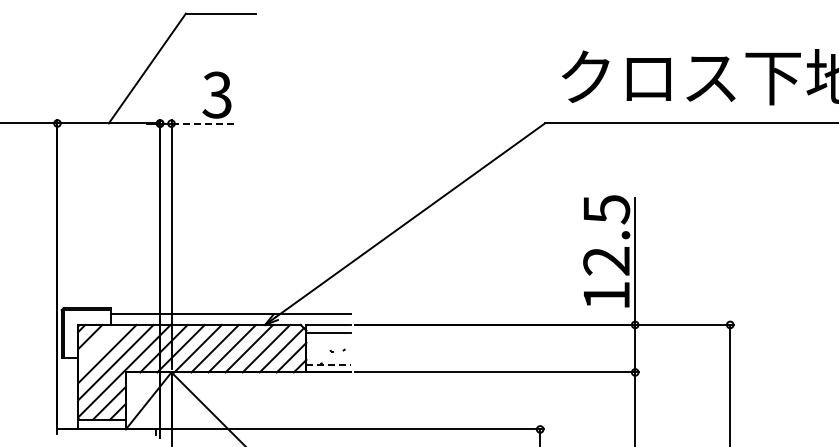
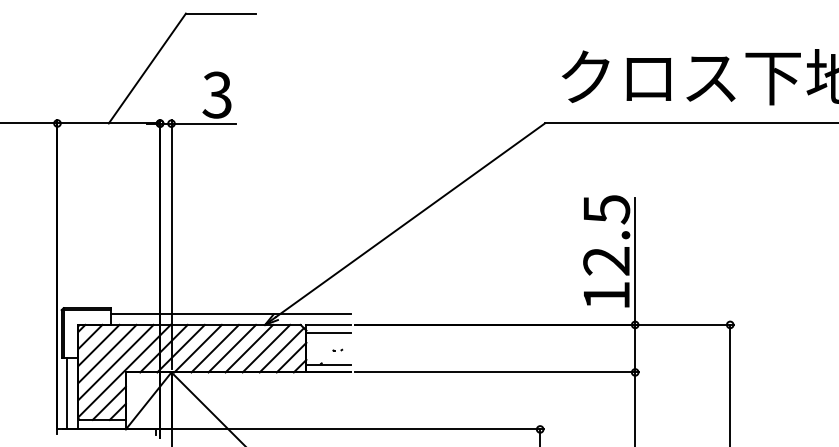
line at (204, 123): dashed -> solid
line at (98, 345): none -> present
part at (337, 350) size: 17x5 px -> 12x4 px
line at (329, 364): dashed -> solid
line at (66, 393): none -> present
